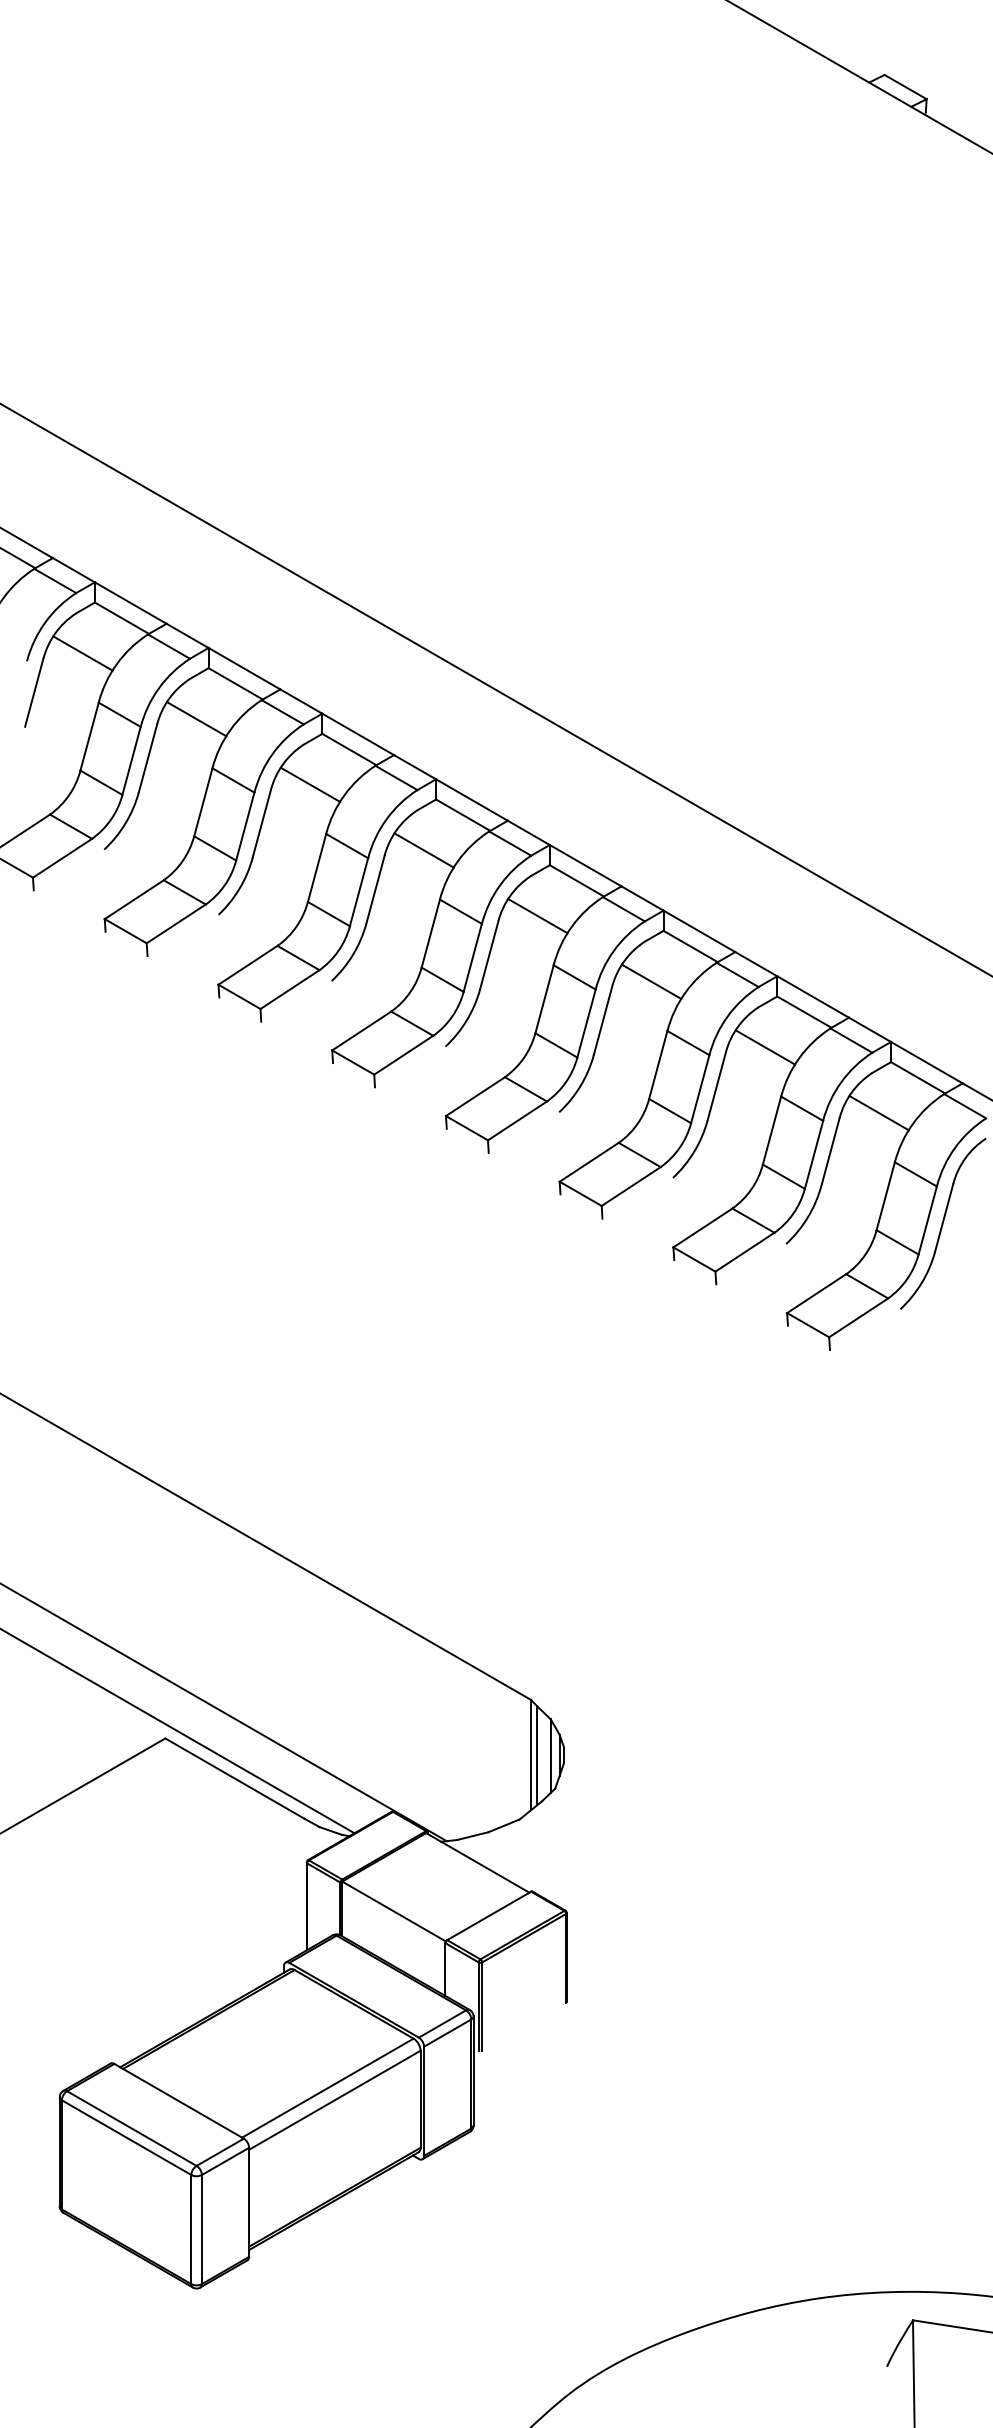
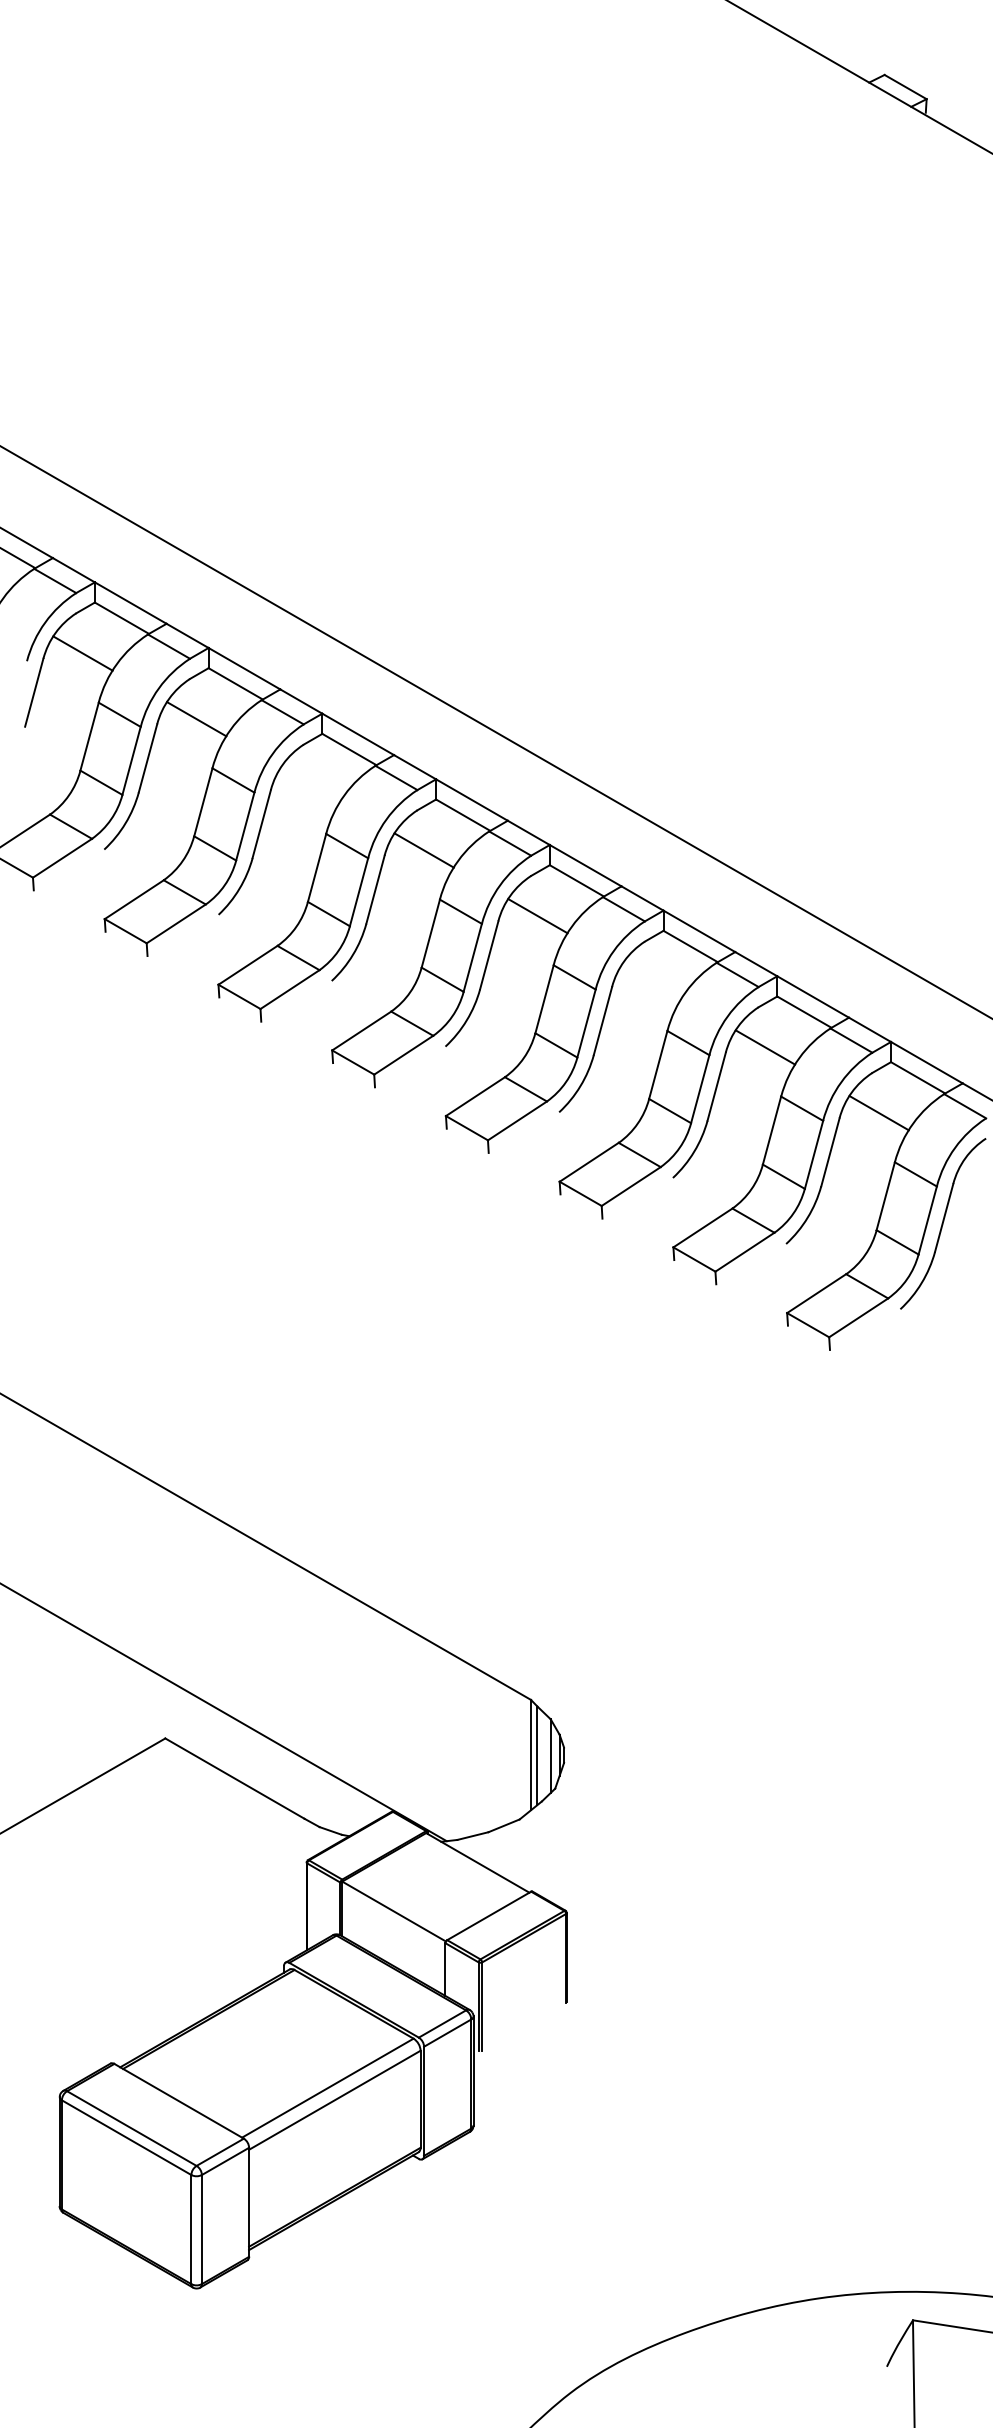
line at (495, 689) position: (495, 689) -> (495, 732)
line at (310, 784): present -> none
line at (651, 981): present -> none
line at (178, 1731): present -> none
